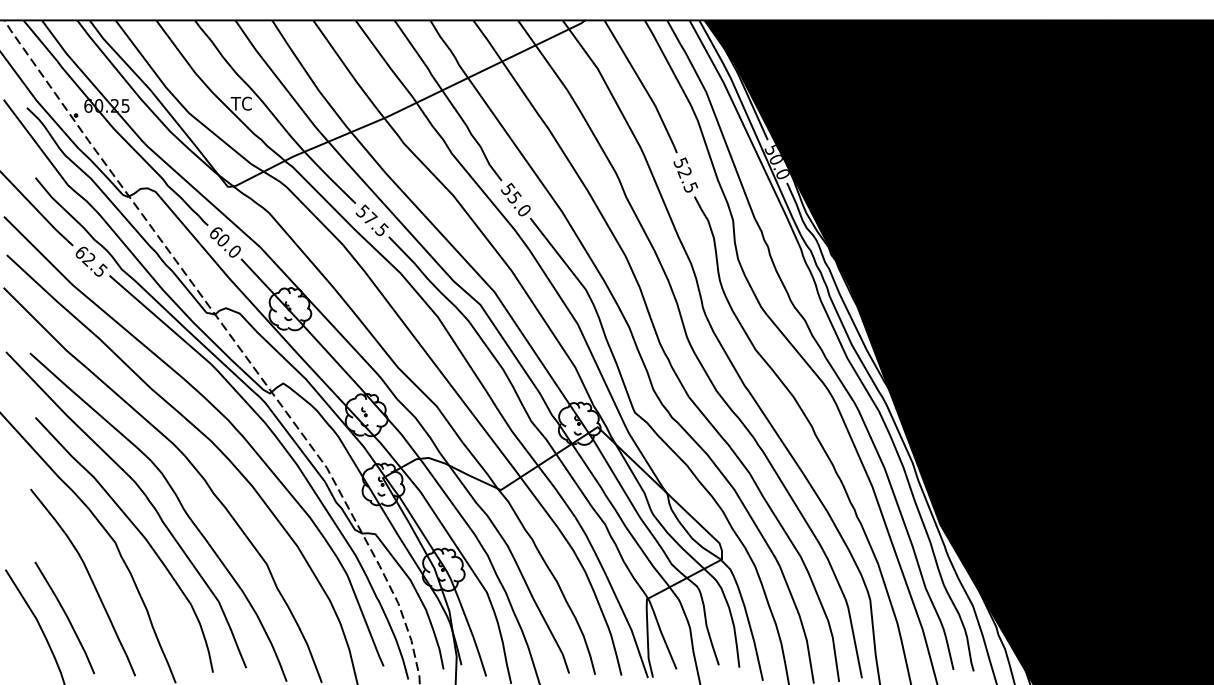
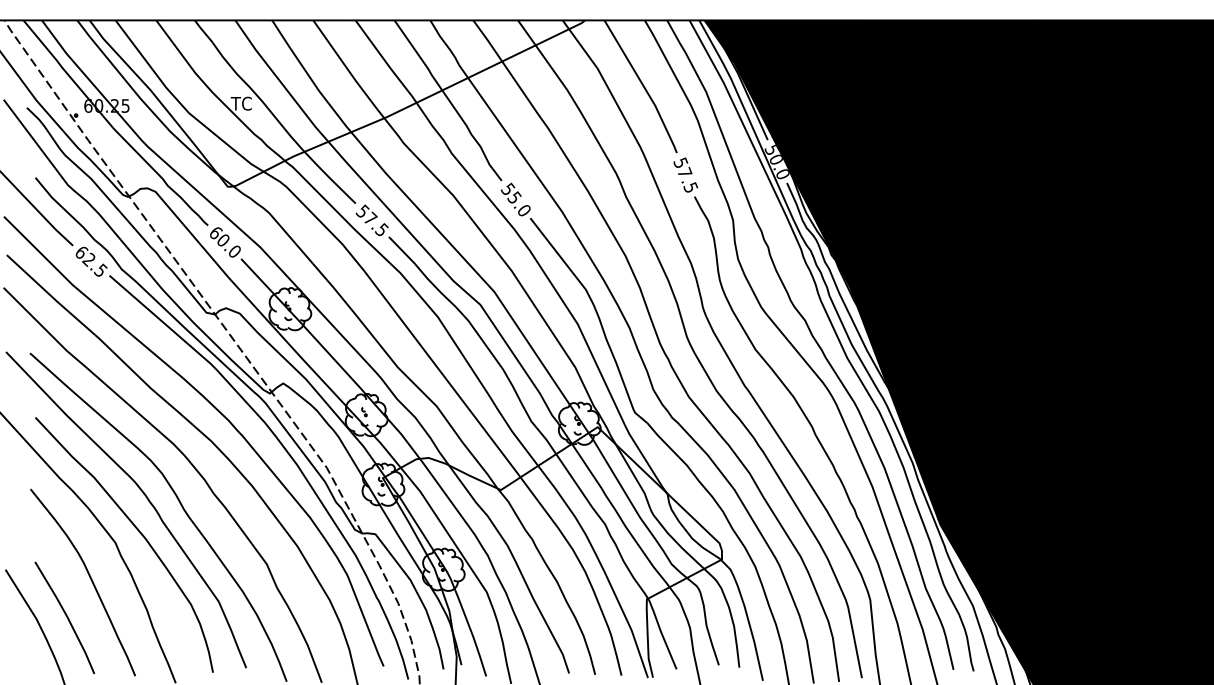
text at (684, 172): 52.5 -> 57.5
